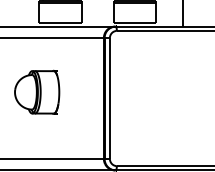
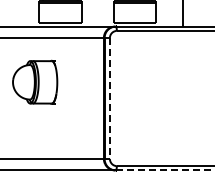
part at (37, 91) position: (37, 91) -> (35, 81)
line at (109, 99): solid -> dashed
line at (165, 170): solid -> dashed
